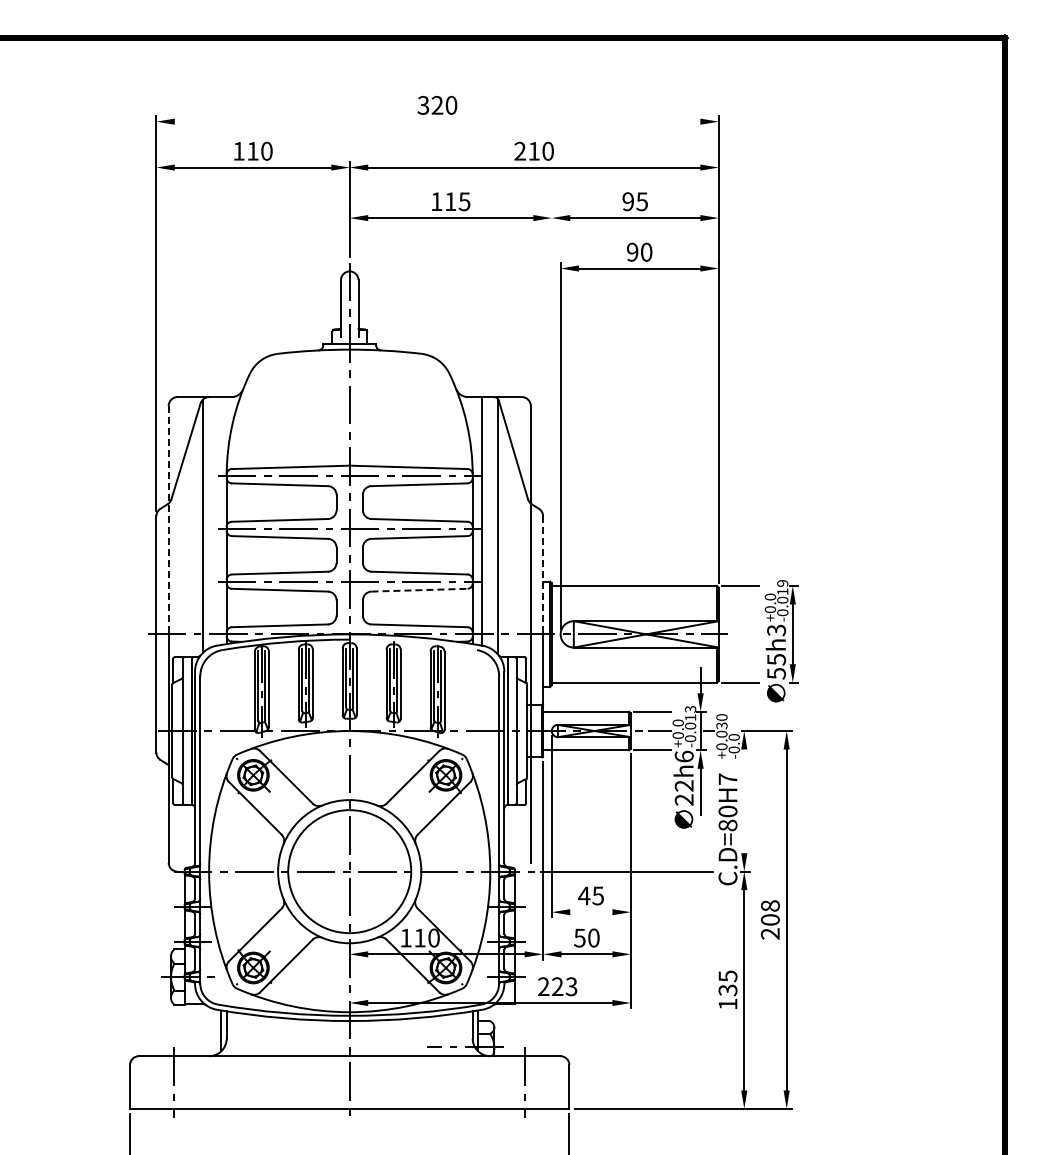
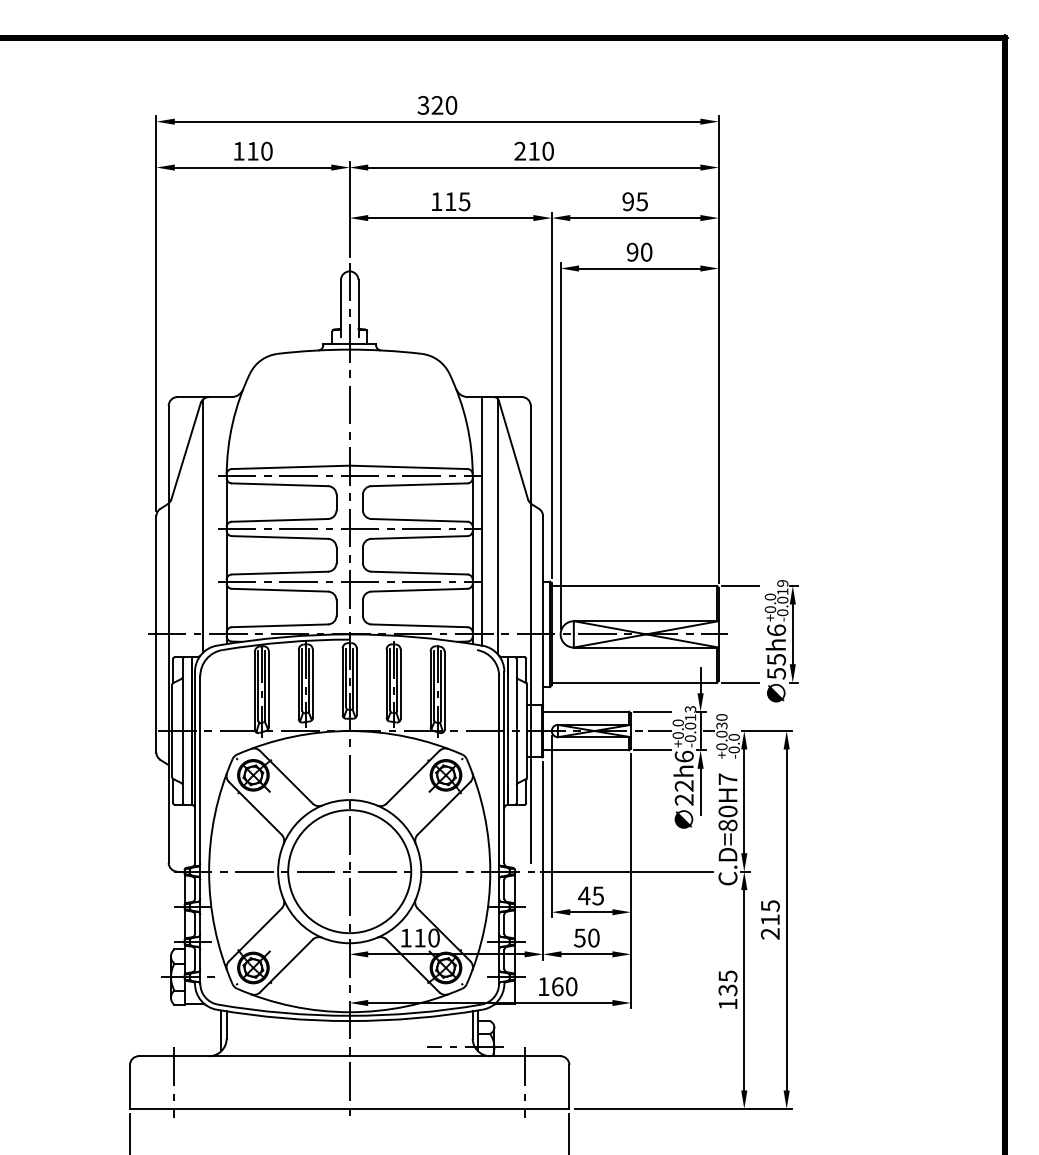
line at (437, 121): none -> present
line at (551, 395): none -> present
line at (168, 520): dashed -> solid
line at (543, 575): dashed -> solid
line at (420, 590): dashed -> solid
text at (776, 630): 55h3 -> 55h6
line at (744, 801): none -> present
line at (591, 912): none -> present
text at (770, 912): 208 -> 215
text at (557, 986): 223 -> 160
